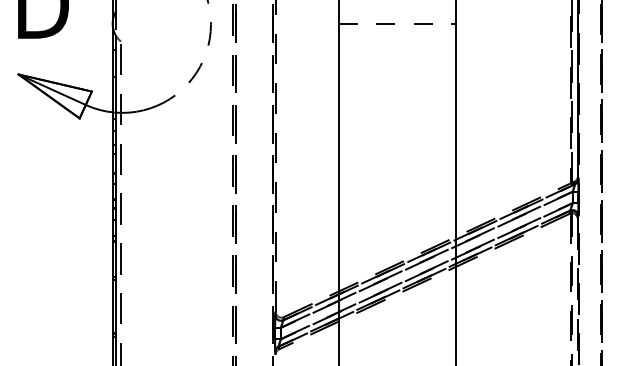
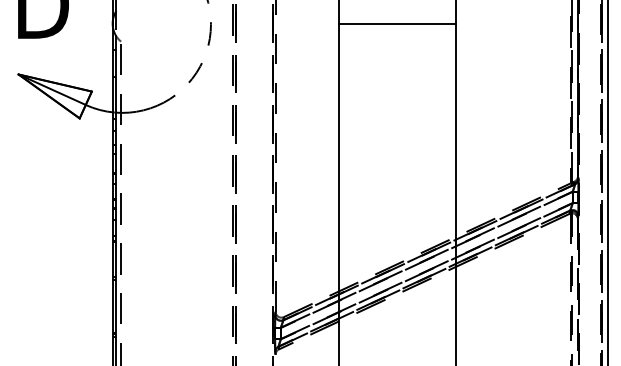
line at (397, 23): dashed -> solid
line at (608, 182): none -> present
